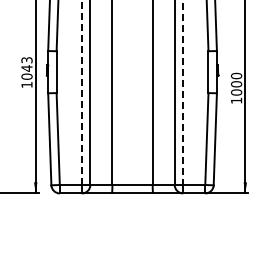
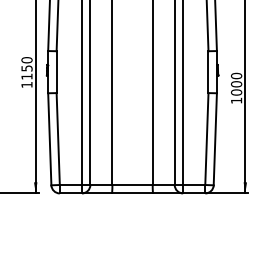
text at (26, 68): 1043 -> 1150
line at (81, 92): dashed -> solid
line at (183, 93): dashed -> solid
